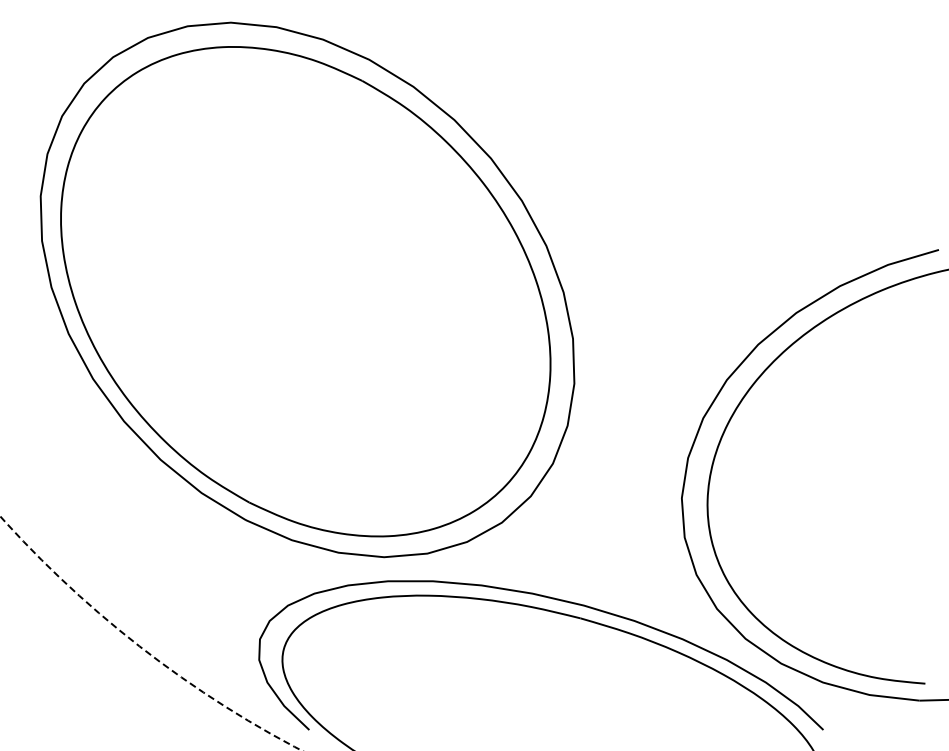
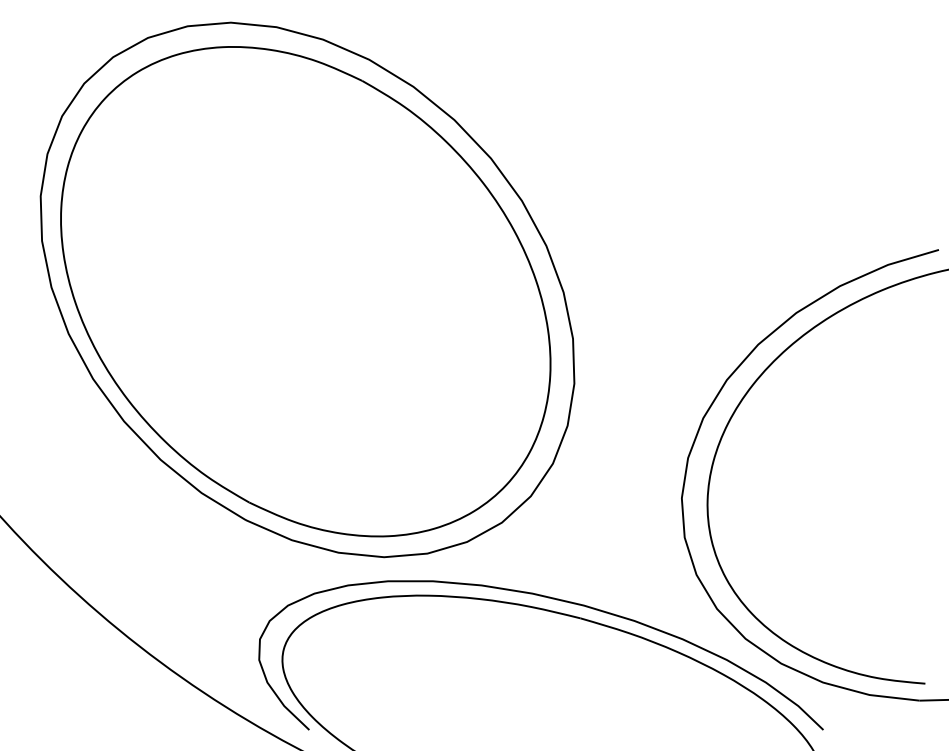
arc at (140, 646): dashed -> solid
